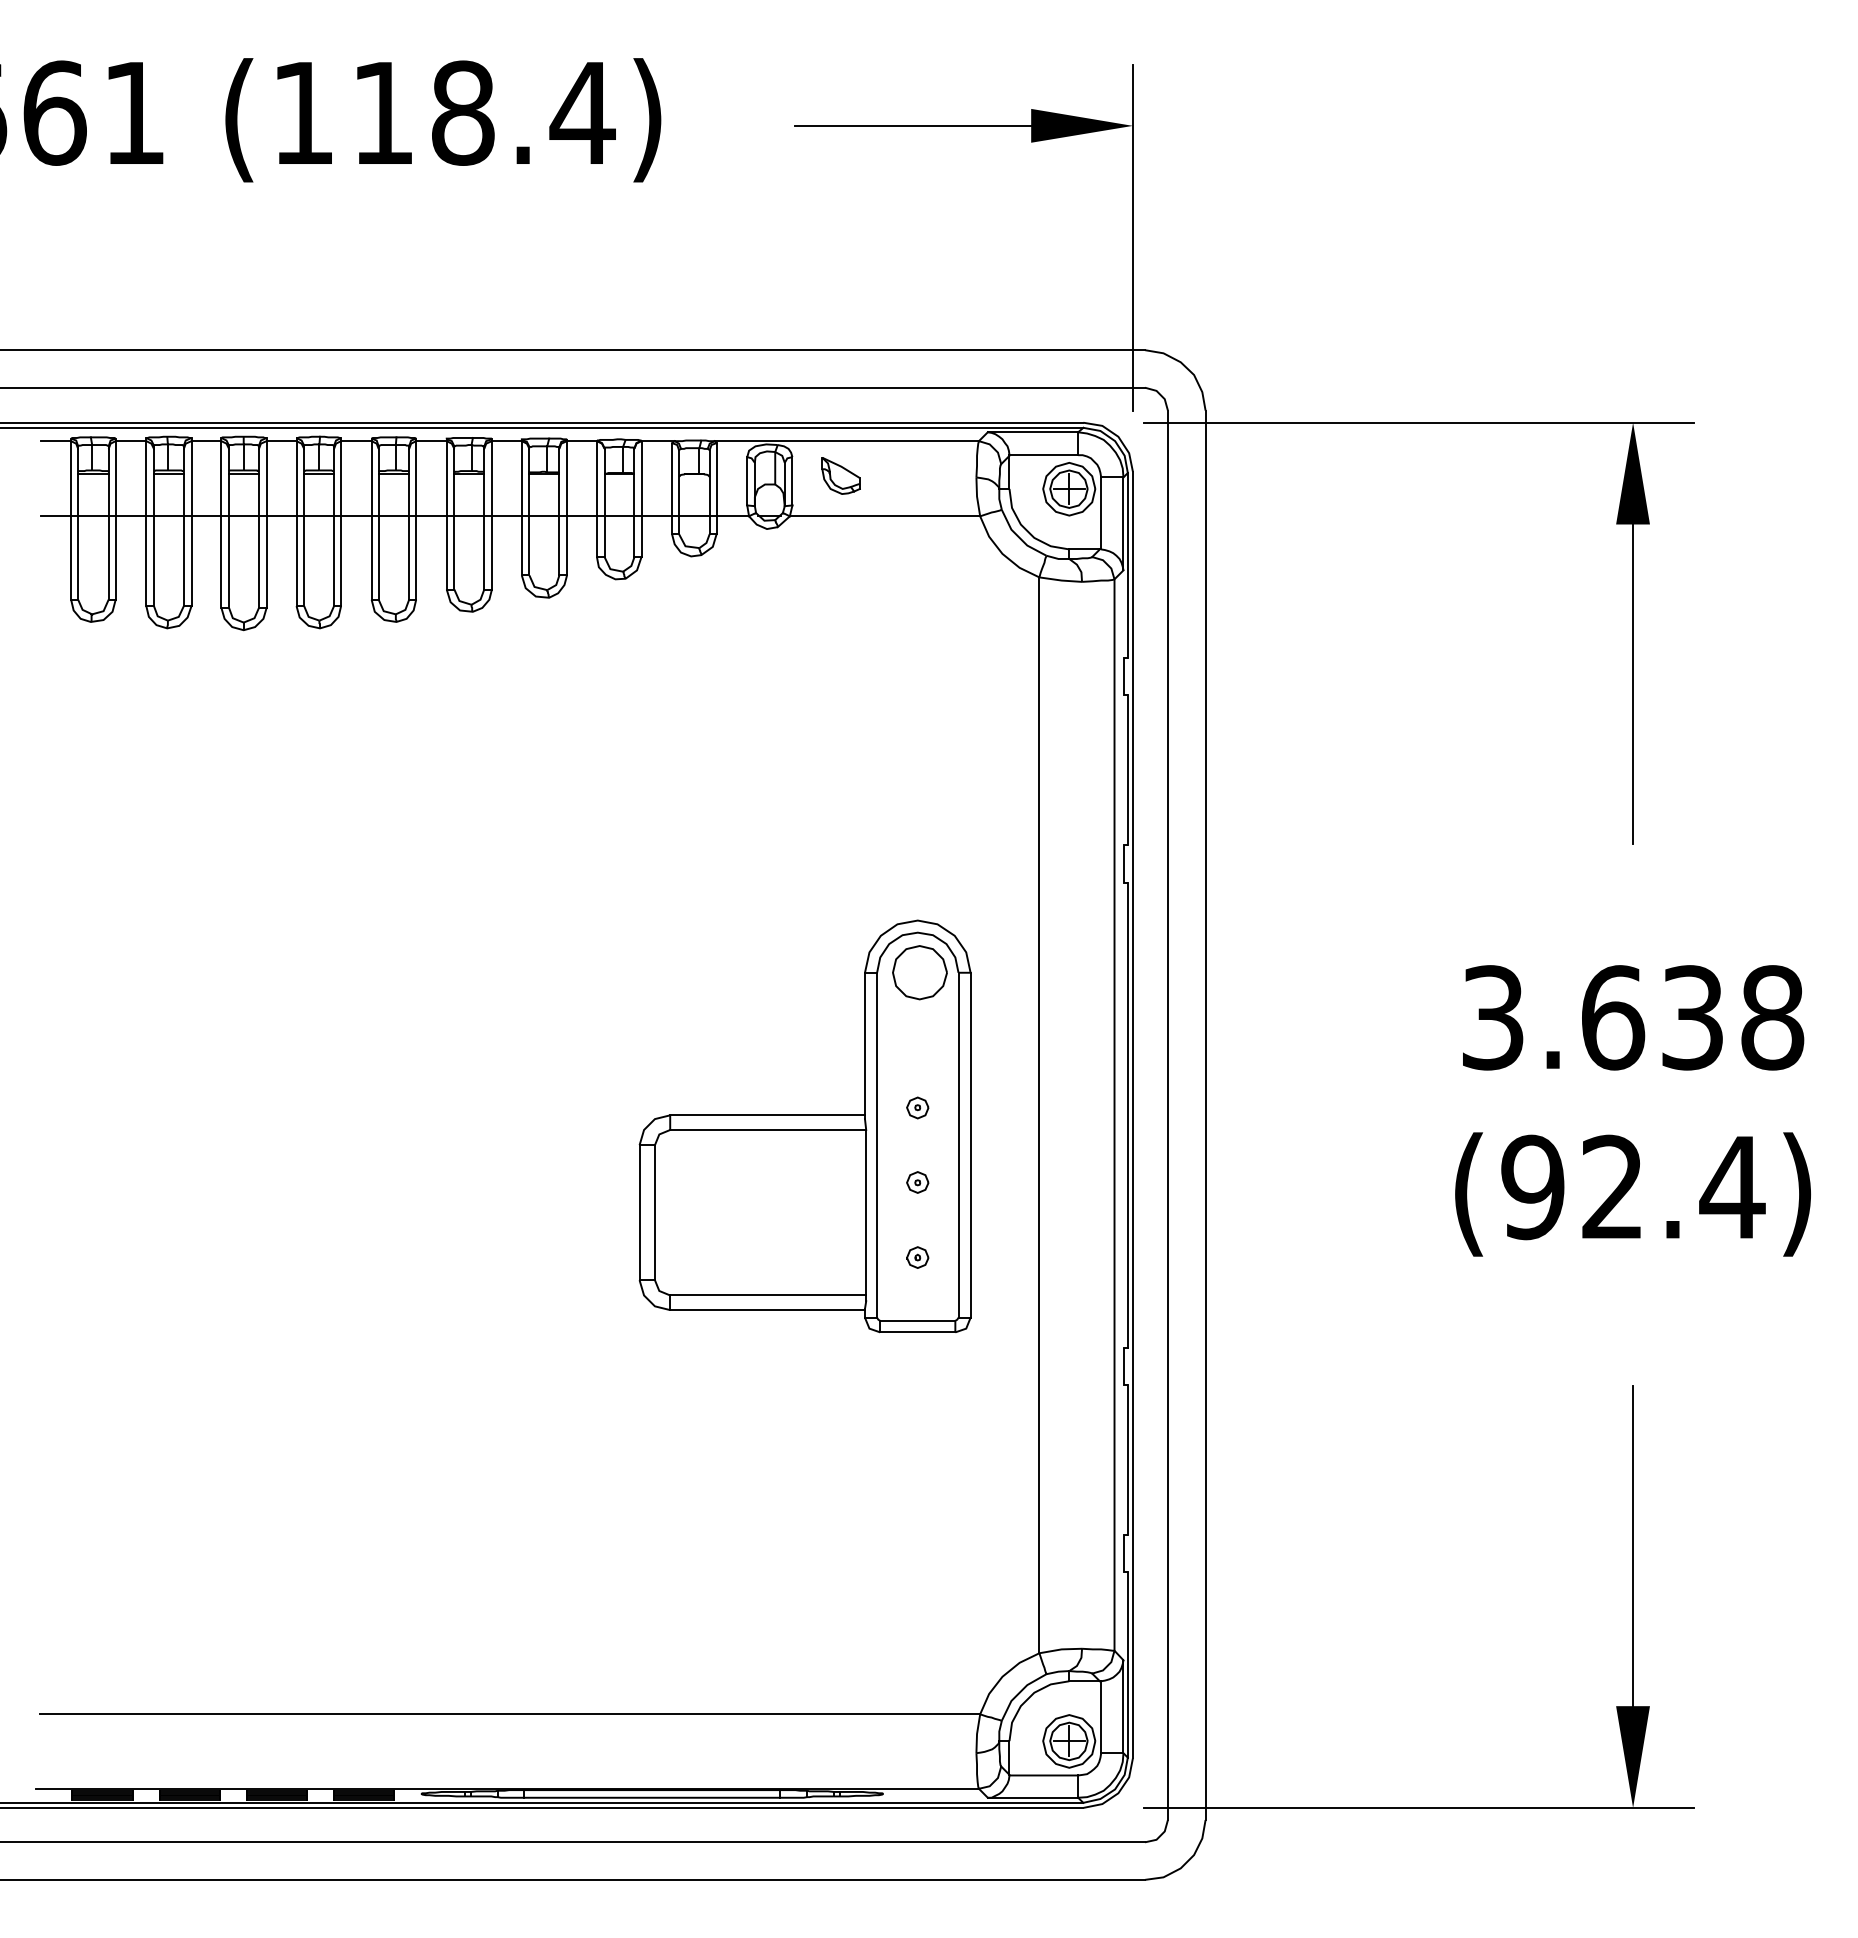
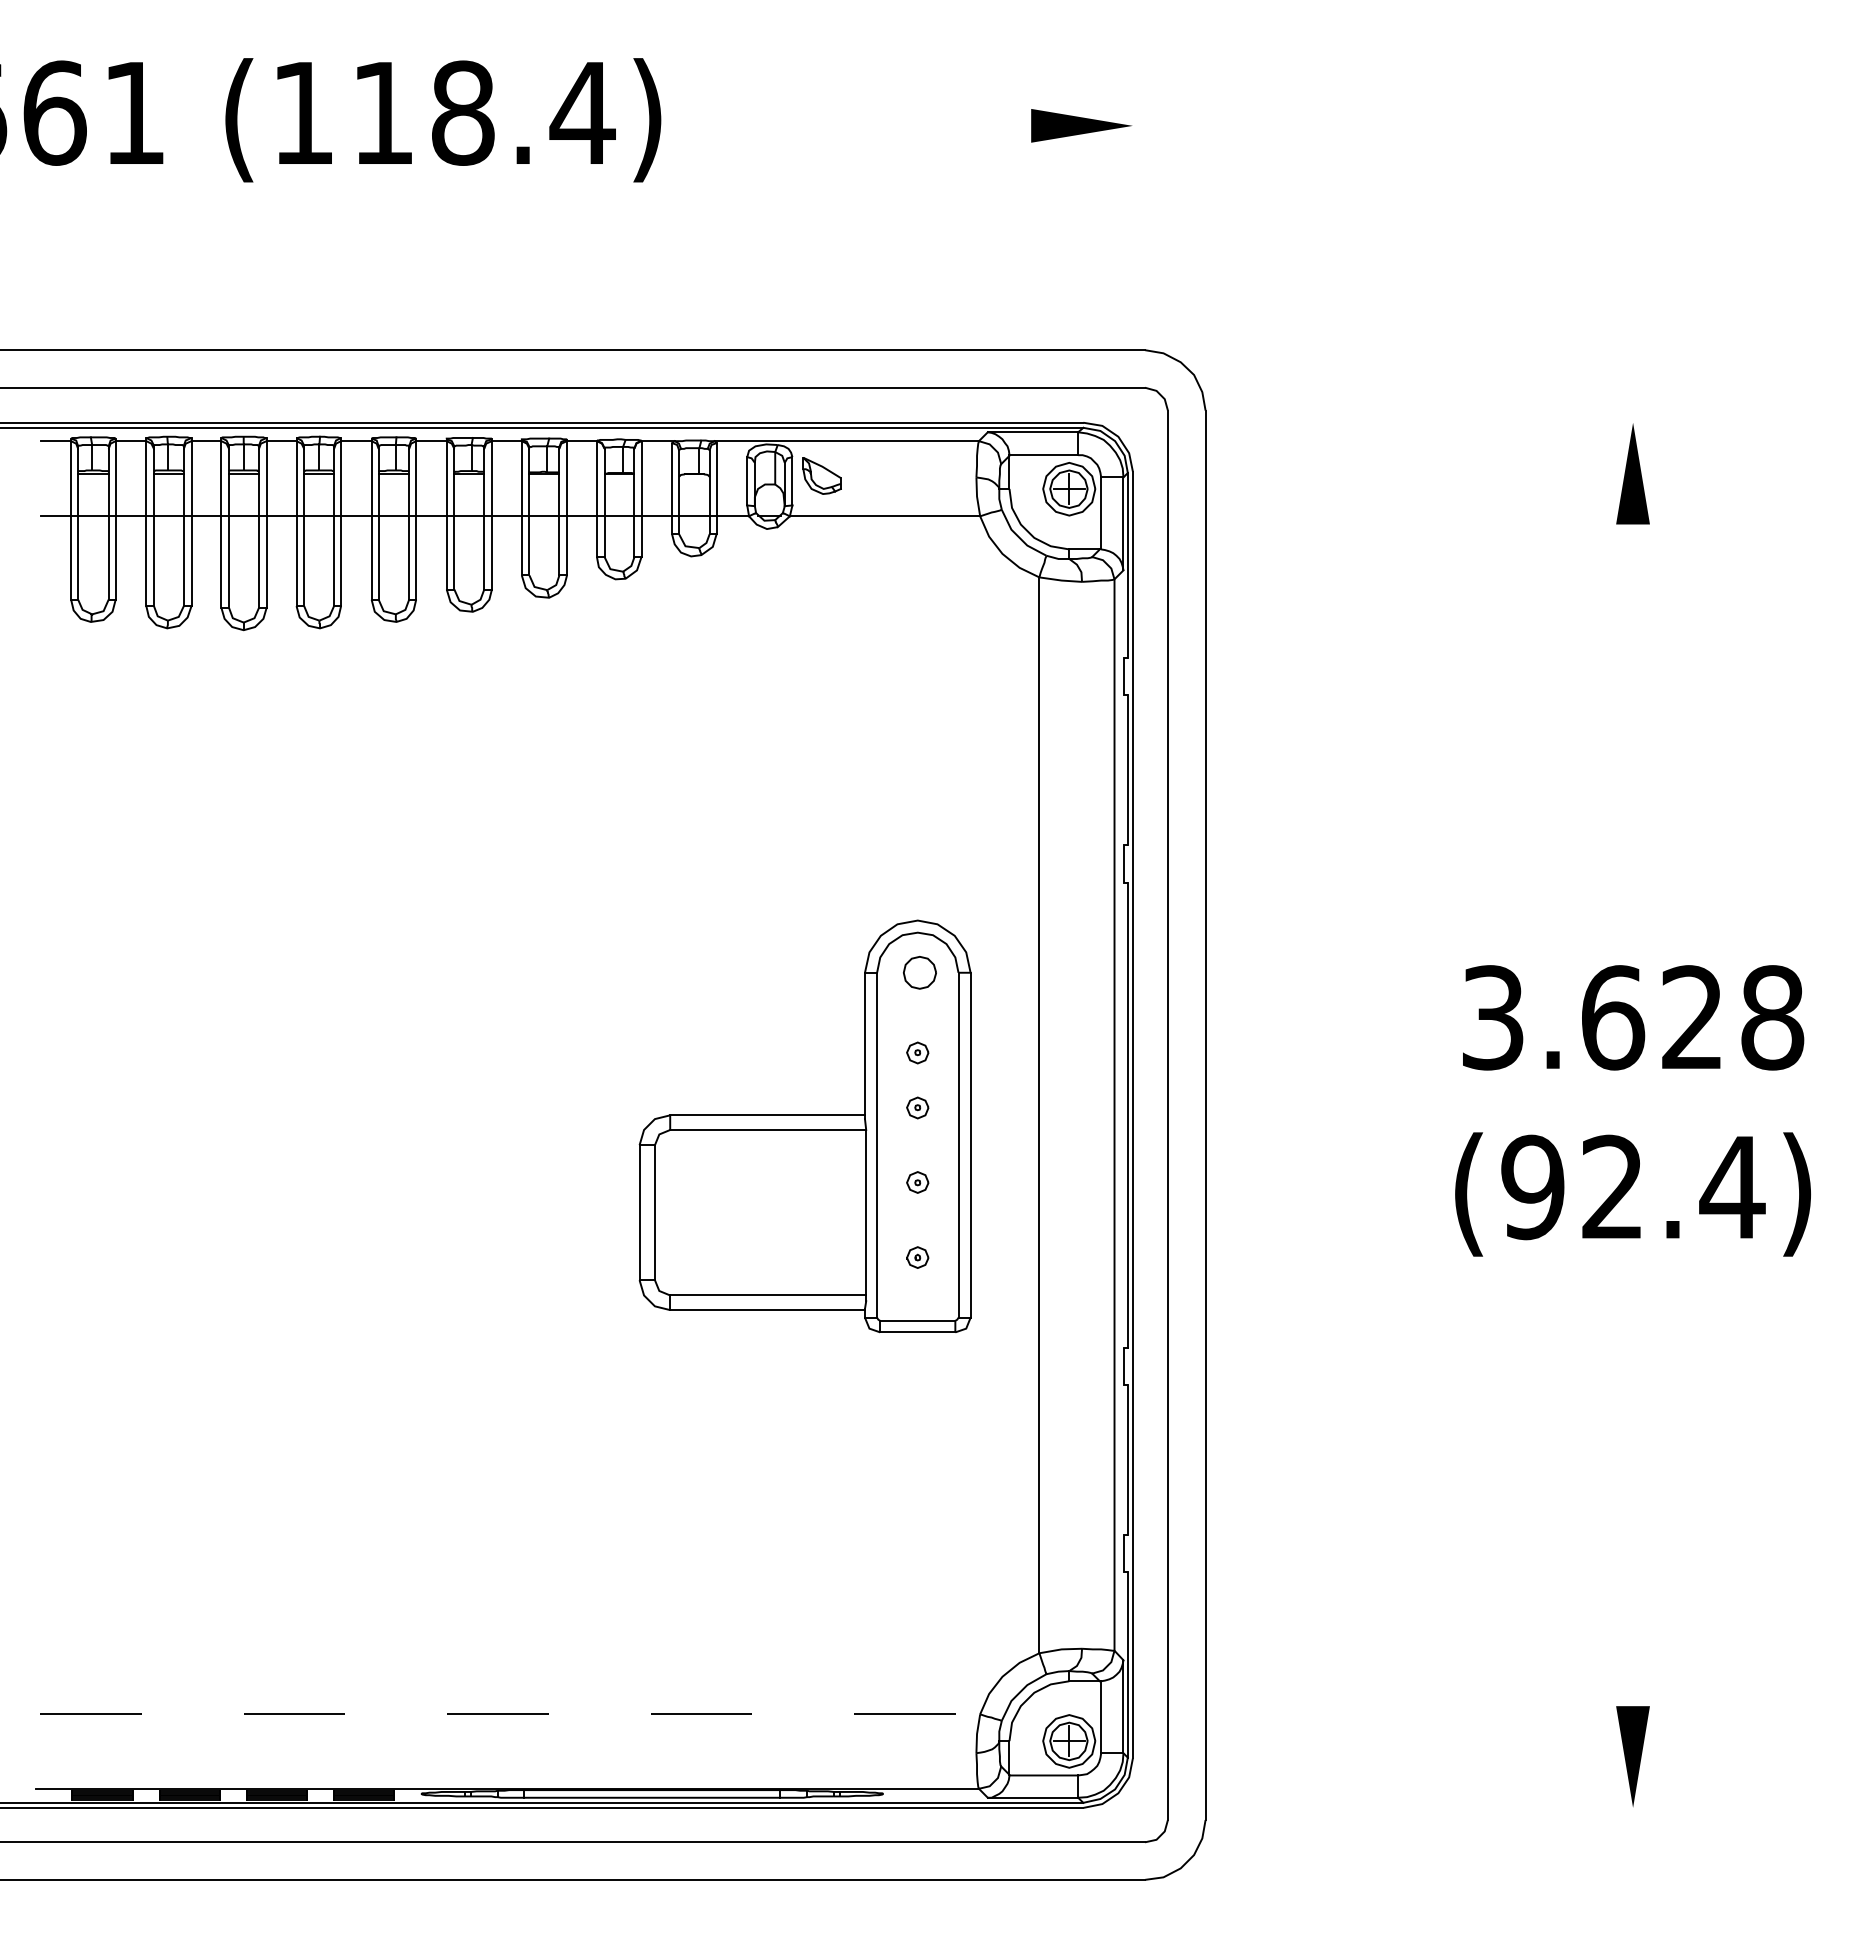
line at (913, 125): present -> none
line at (1132, 237): present -> none
line at (1419, 422): present -> none
part at (840, 475) position: (840, 475) -> (821, 475)
line at (1633, 684): present -> none
part at (919, 972) size: 56x56 px -> 34x34 px
text at (1692, 1017): 3.638 -> 3.628
part at (917, 1052): none -> present
line at (1633, 1546): present -> none
line at (510, 1714): solid -> dashed
line at (1419, 1807): present -> none
